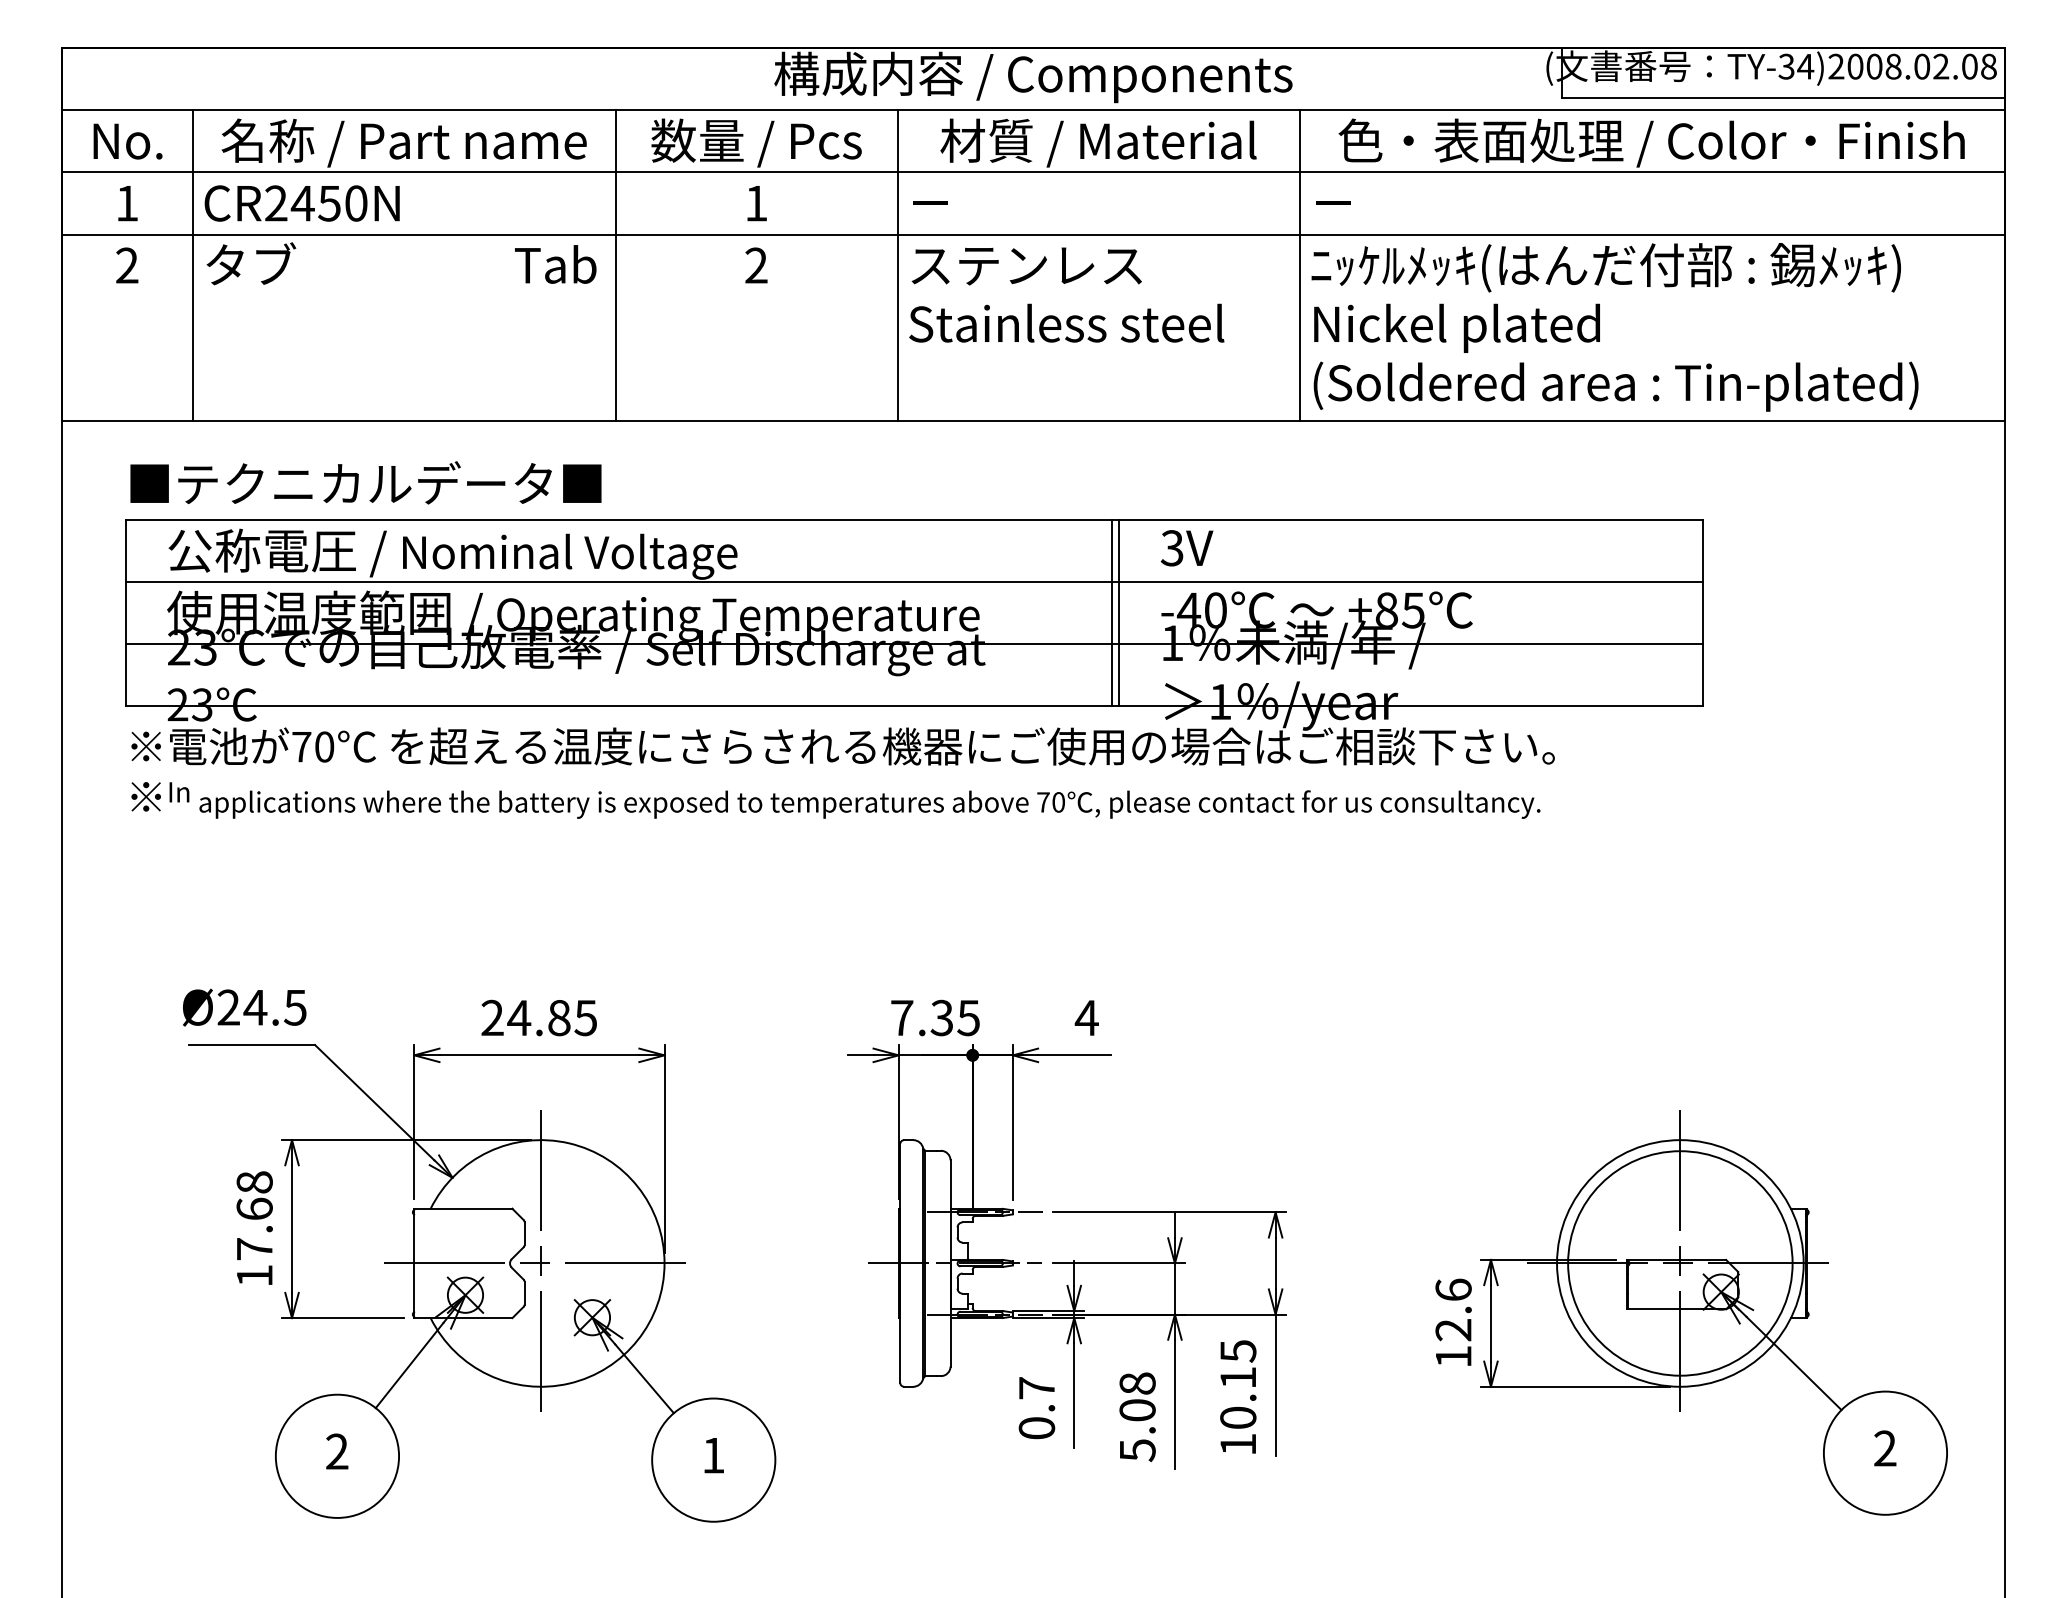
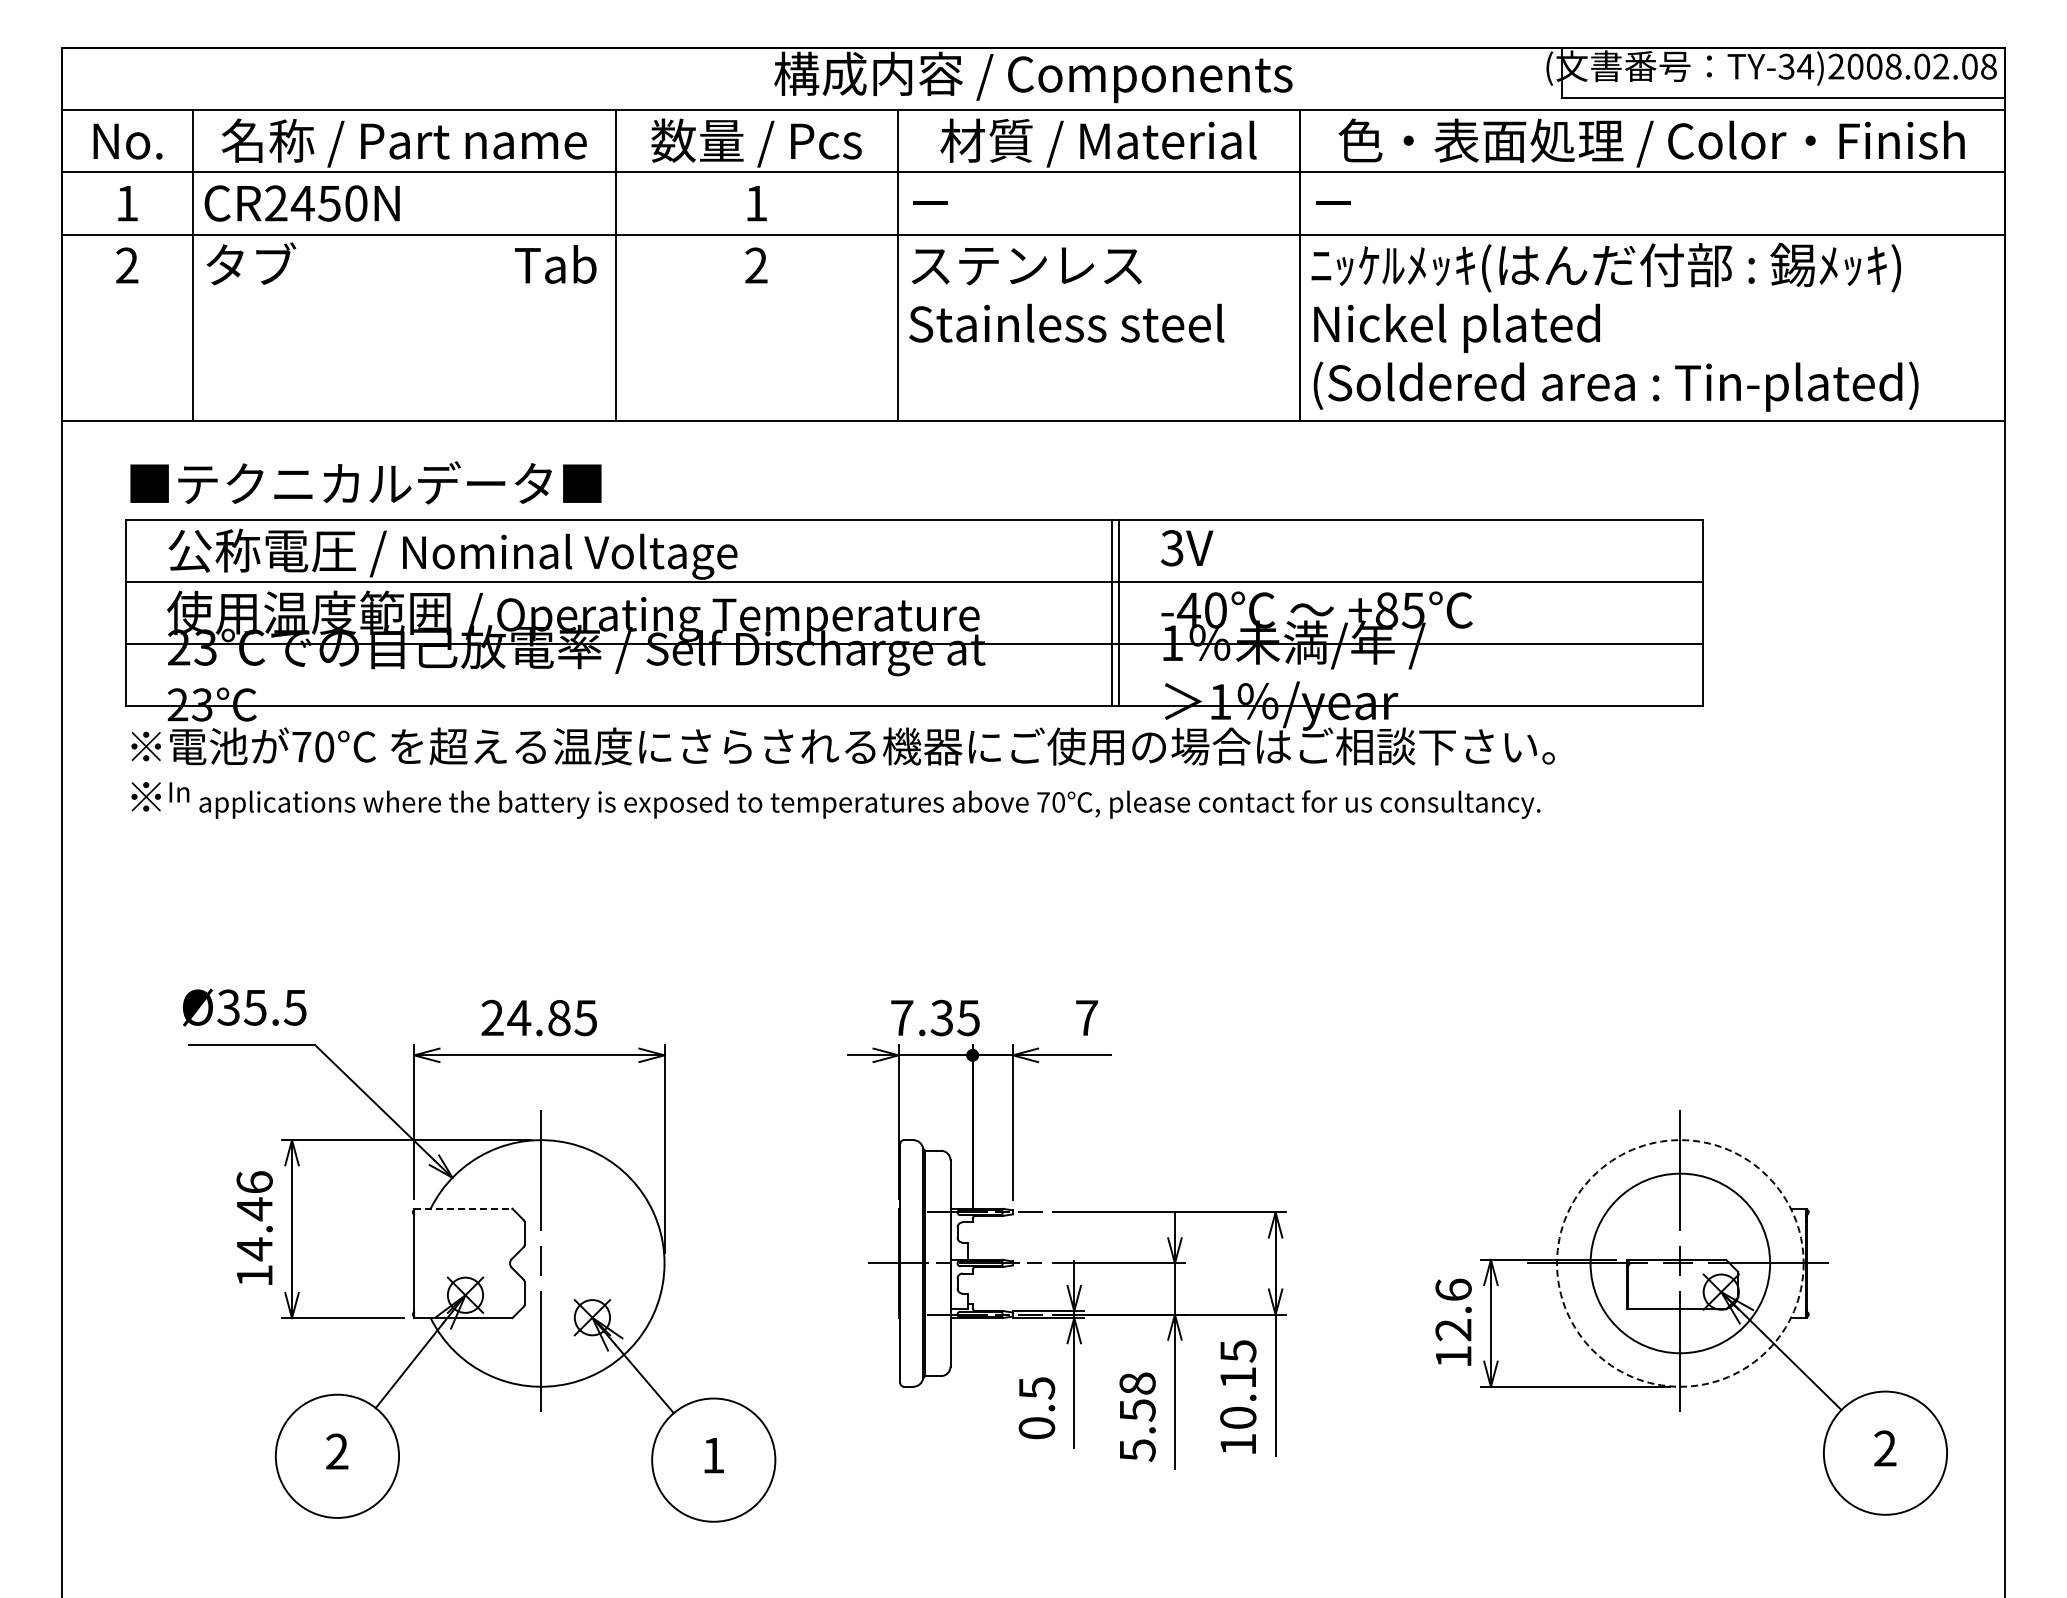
text at (242, 1007): Ø24.5 -> Ø35.5
text at (1086, 1017): 4 -> 7
line at (463, 1208): solid -> dashed
text at (254, 1216): 17.68 -> 14.46
line at (539, 1263): present -> none
circle at (1680, 1263) diameter: 224 px -> 180 px
circle at (1680, 1263): solid -> dashed
text at (1037, 1388): 0.7 -> 0.5
text at (1137, 1410): 5.08 -> 5.58
